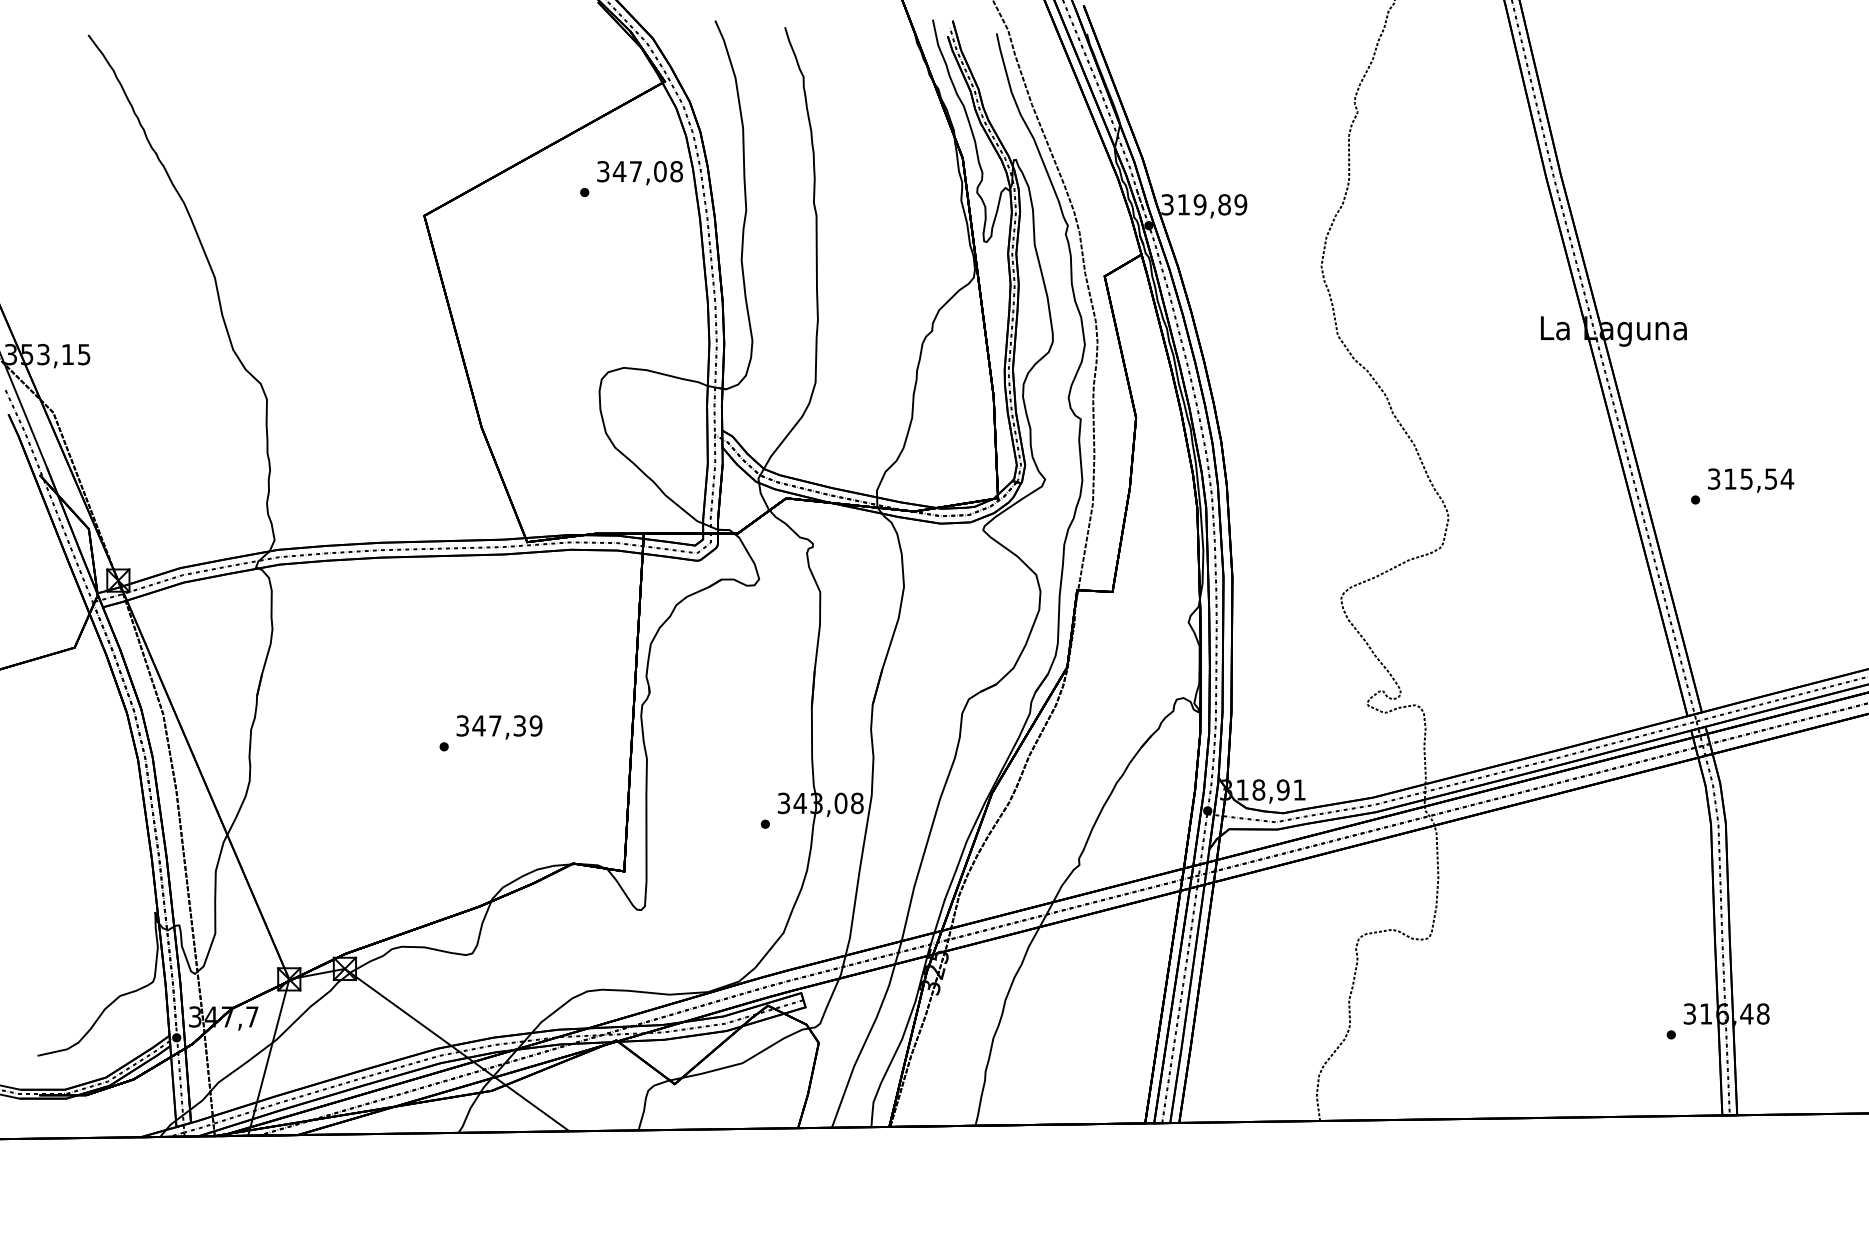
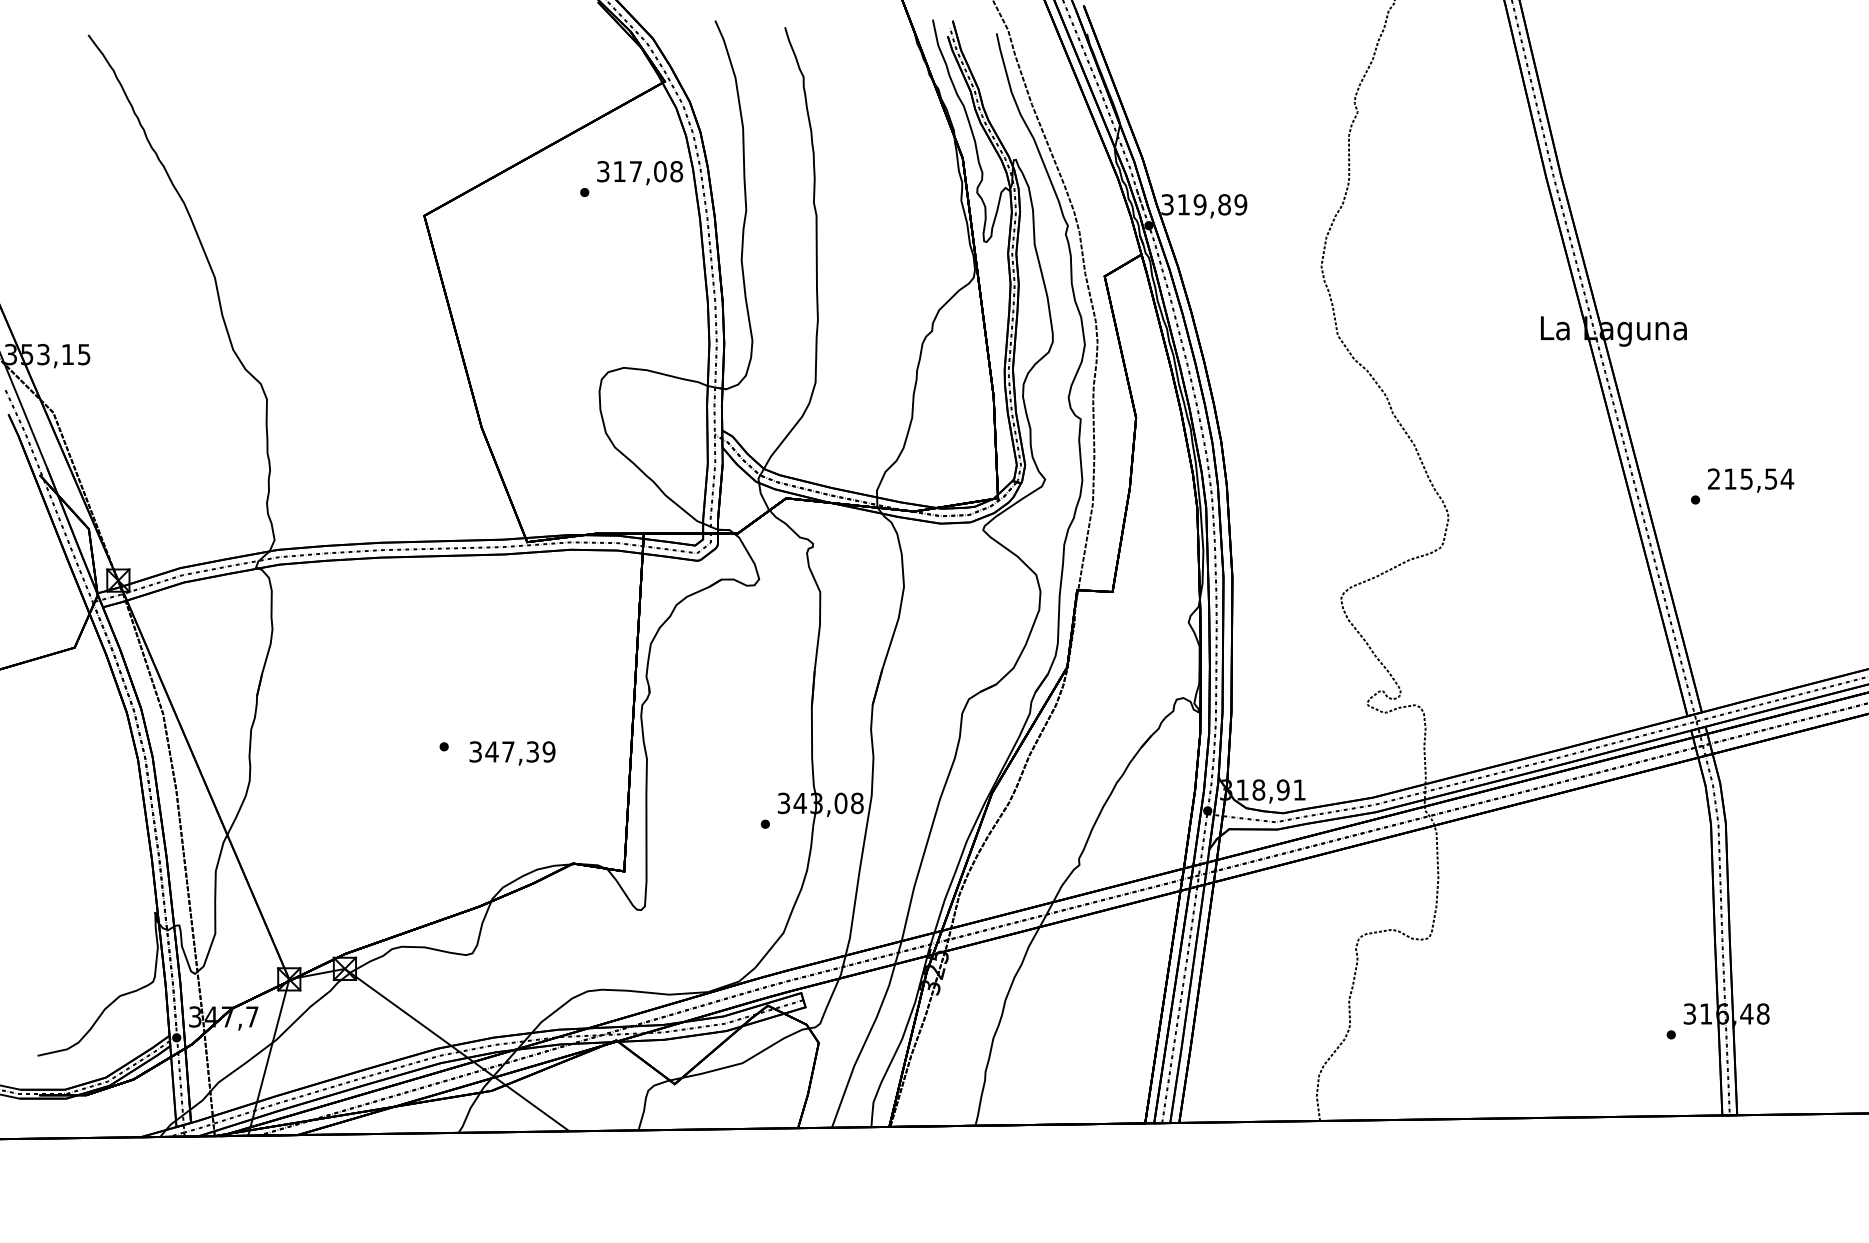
text at (619, 171): 347,08 -> 317,08
text at (1714, 478): 315,54 -> 215,54
text at (499, 727) position: (499, 727) -> (512, 753)
